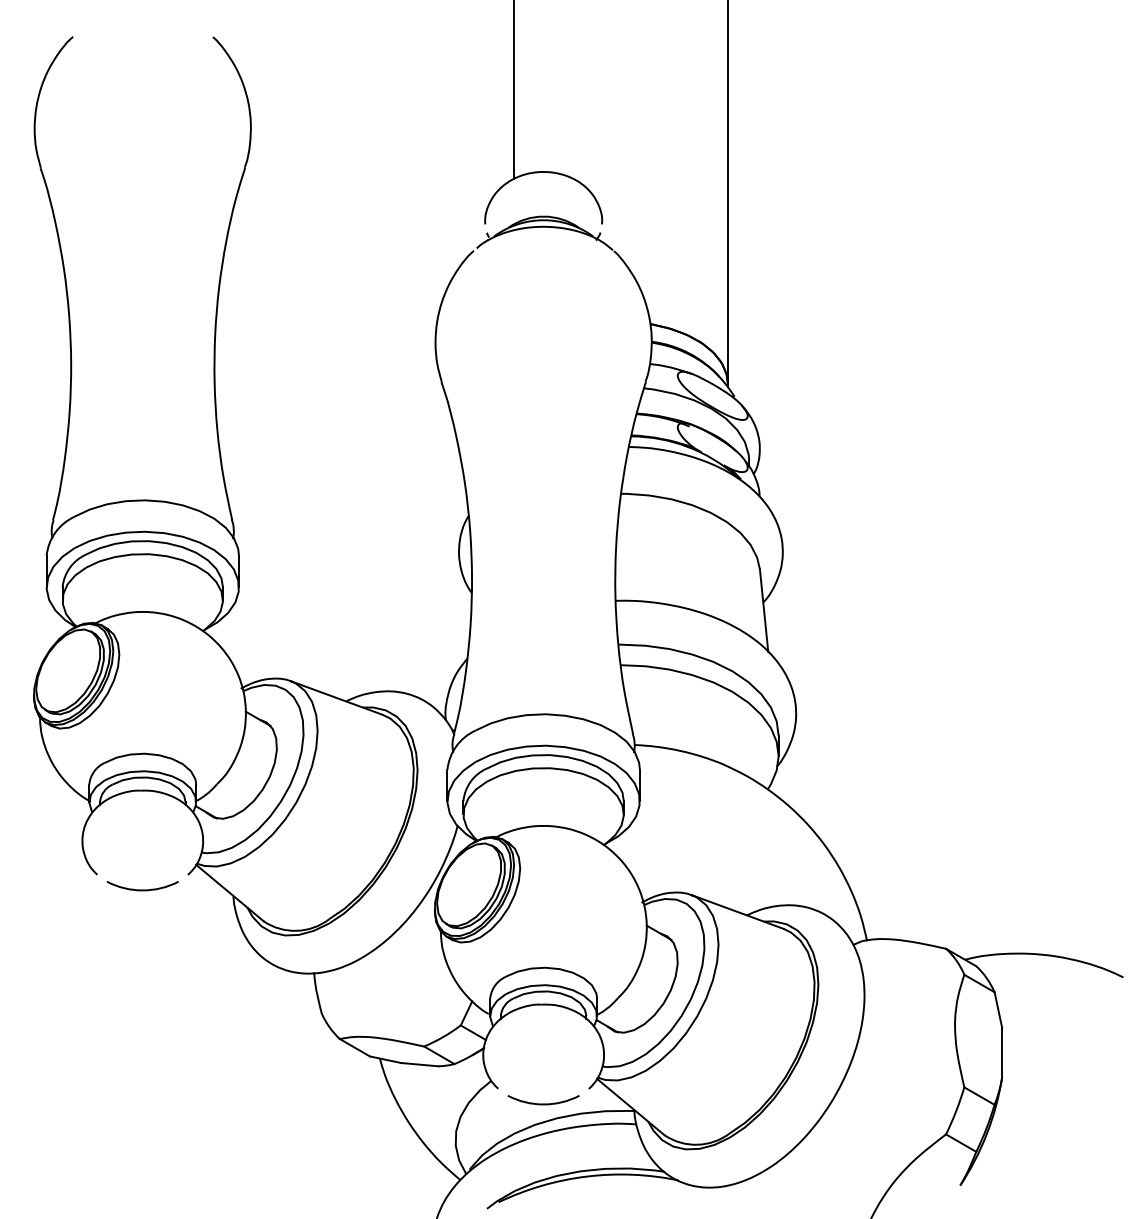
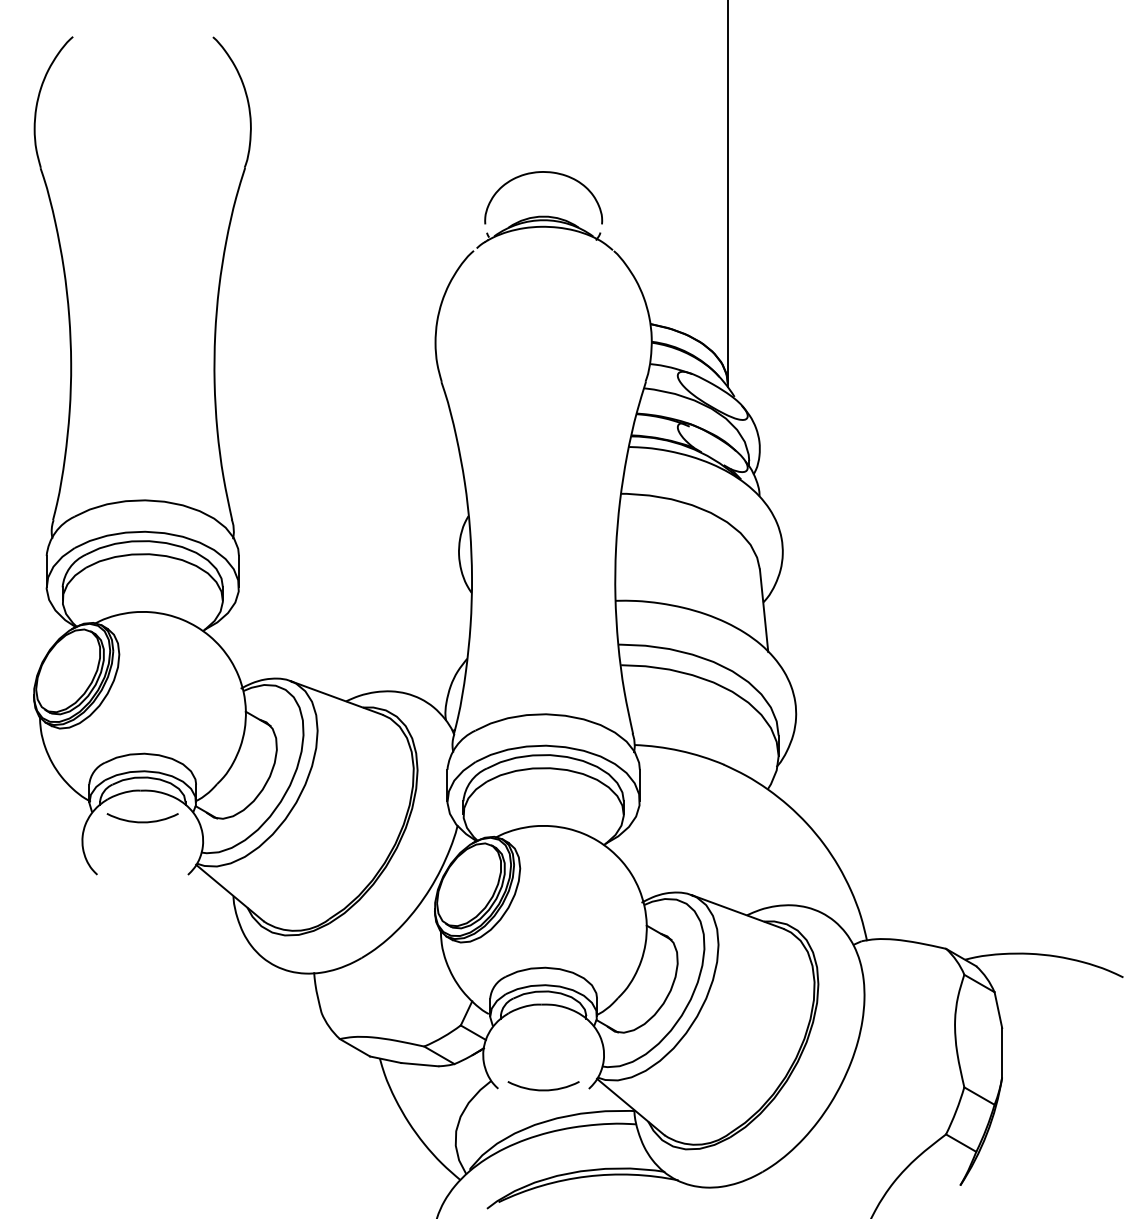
line at (514, 90): present -> none
arc at (142, 889) position: (142, 889) -> (142, 821)
arc at (543, 1103) position: (543, 1103) -> (543, 1089)
